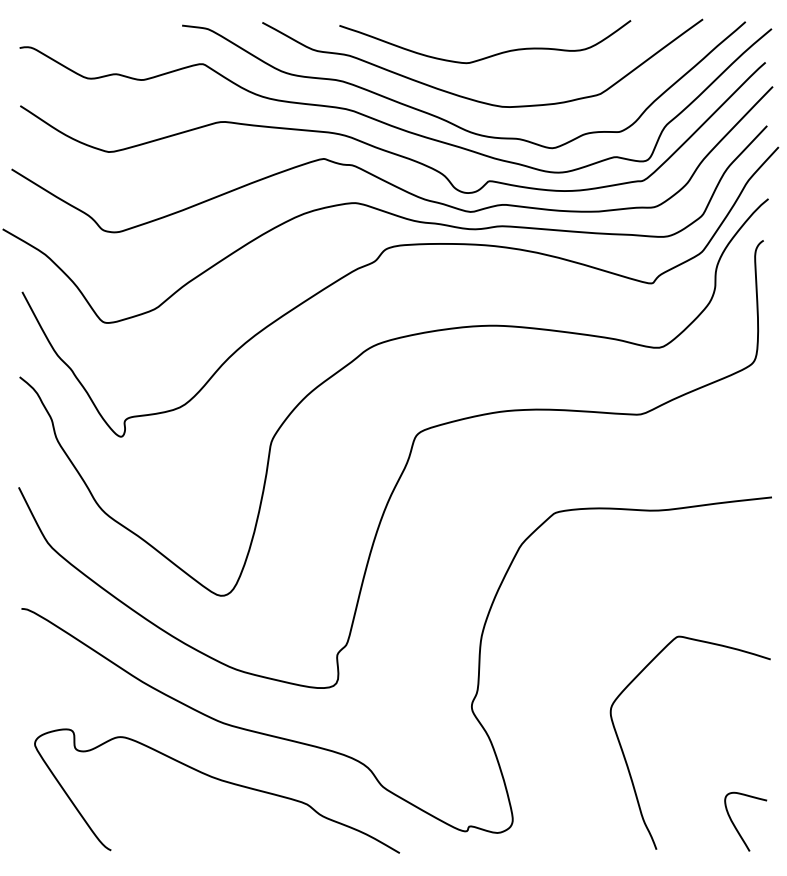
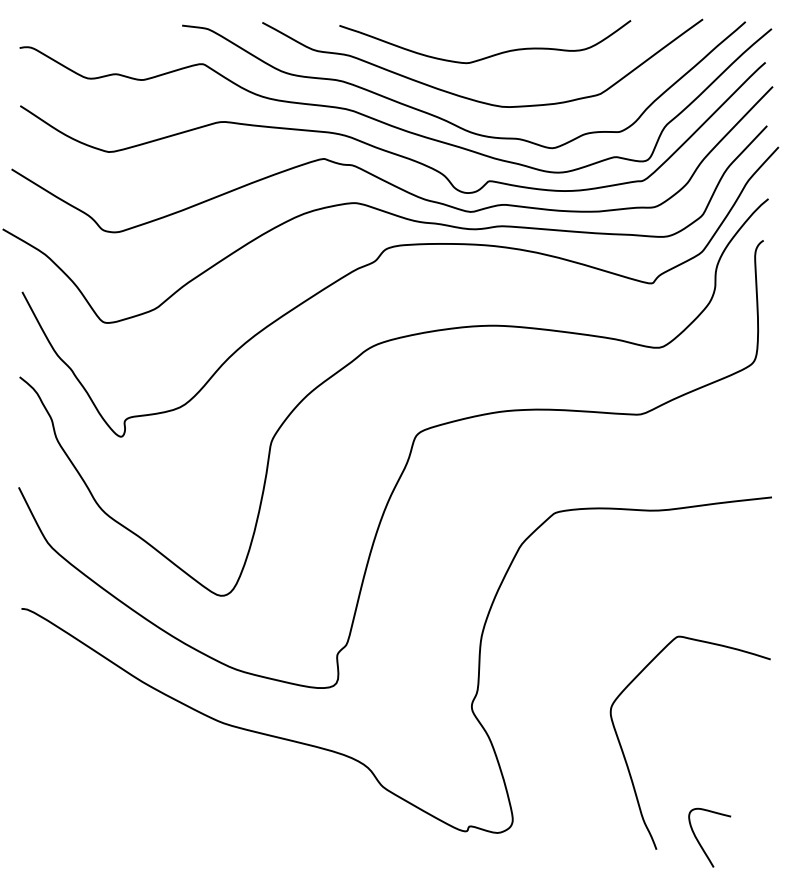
curve at (221, 781): present -> none
curve at (735, 825) position: (735, 825) -> (699, 841)
